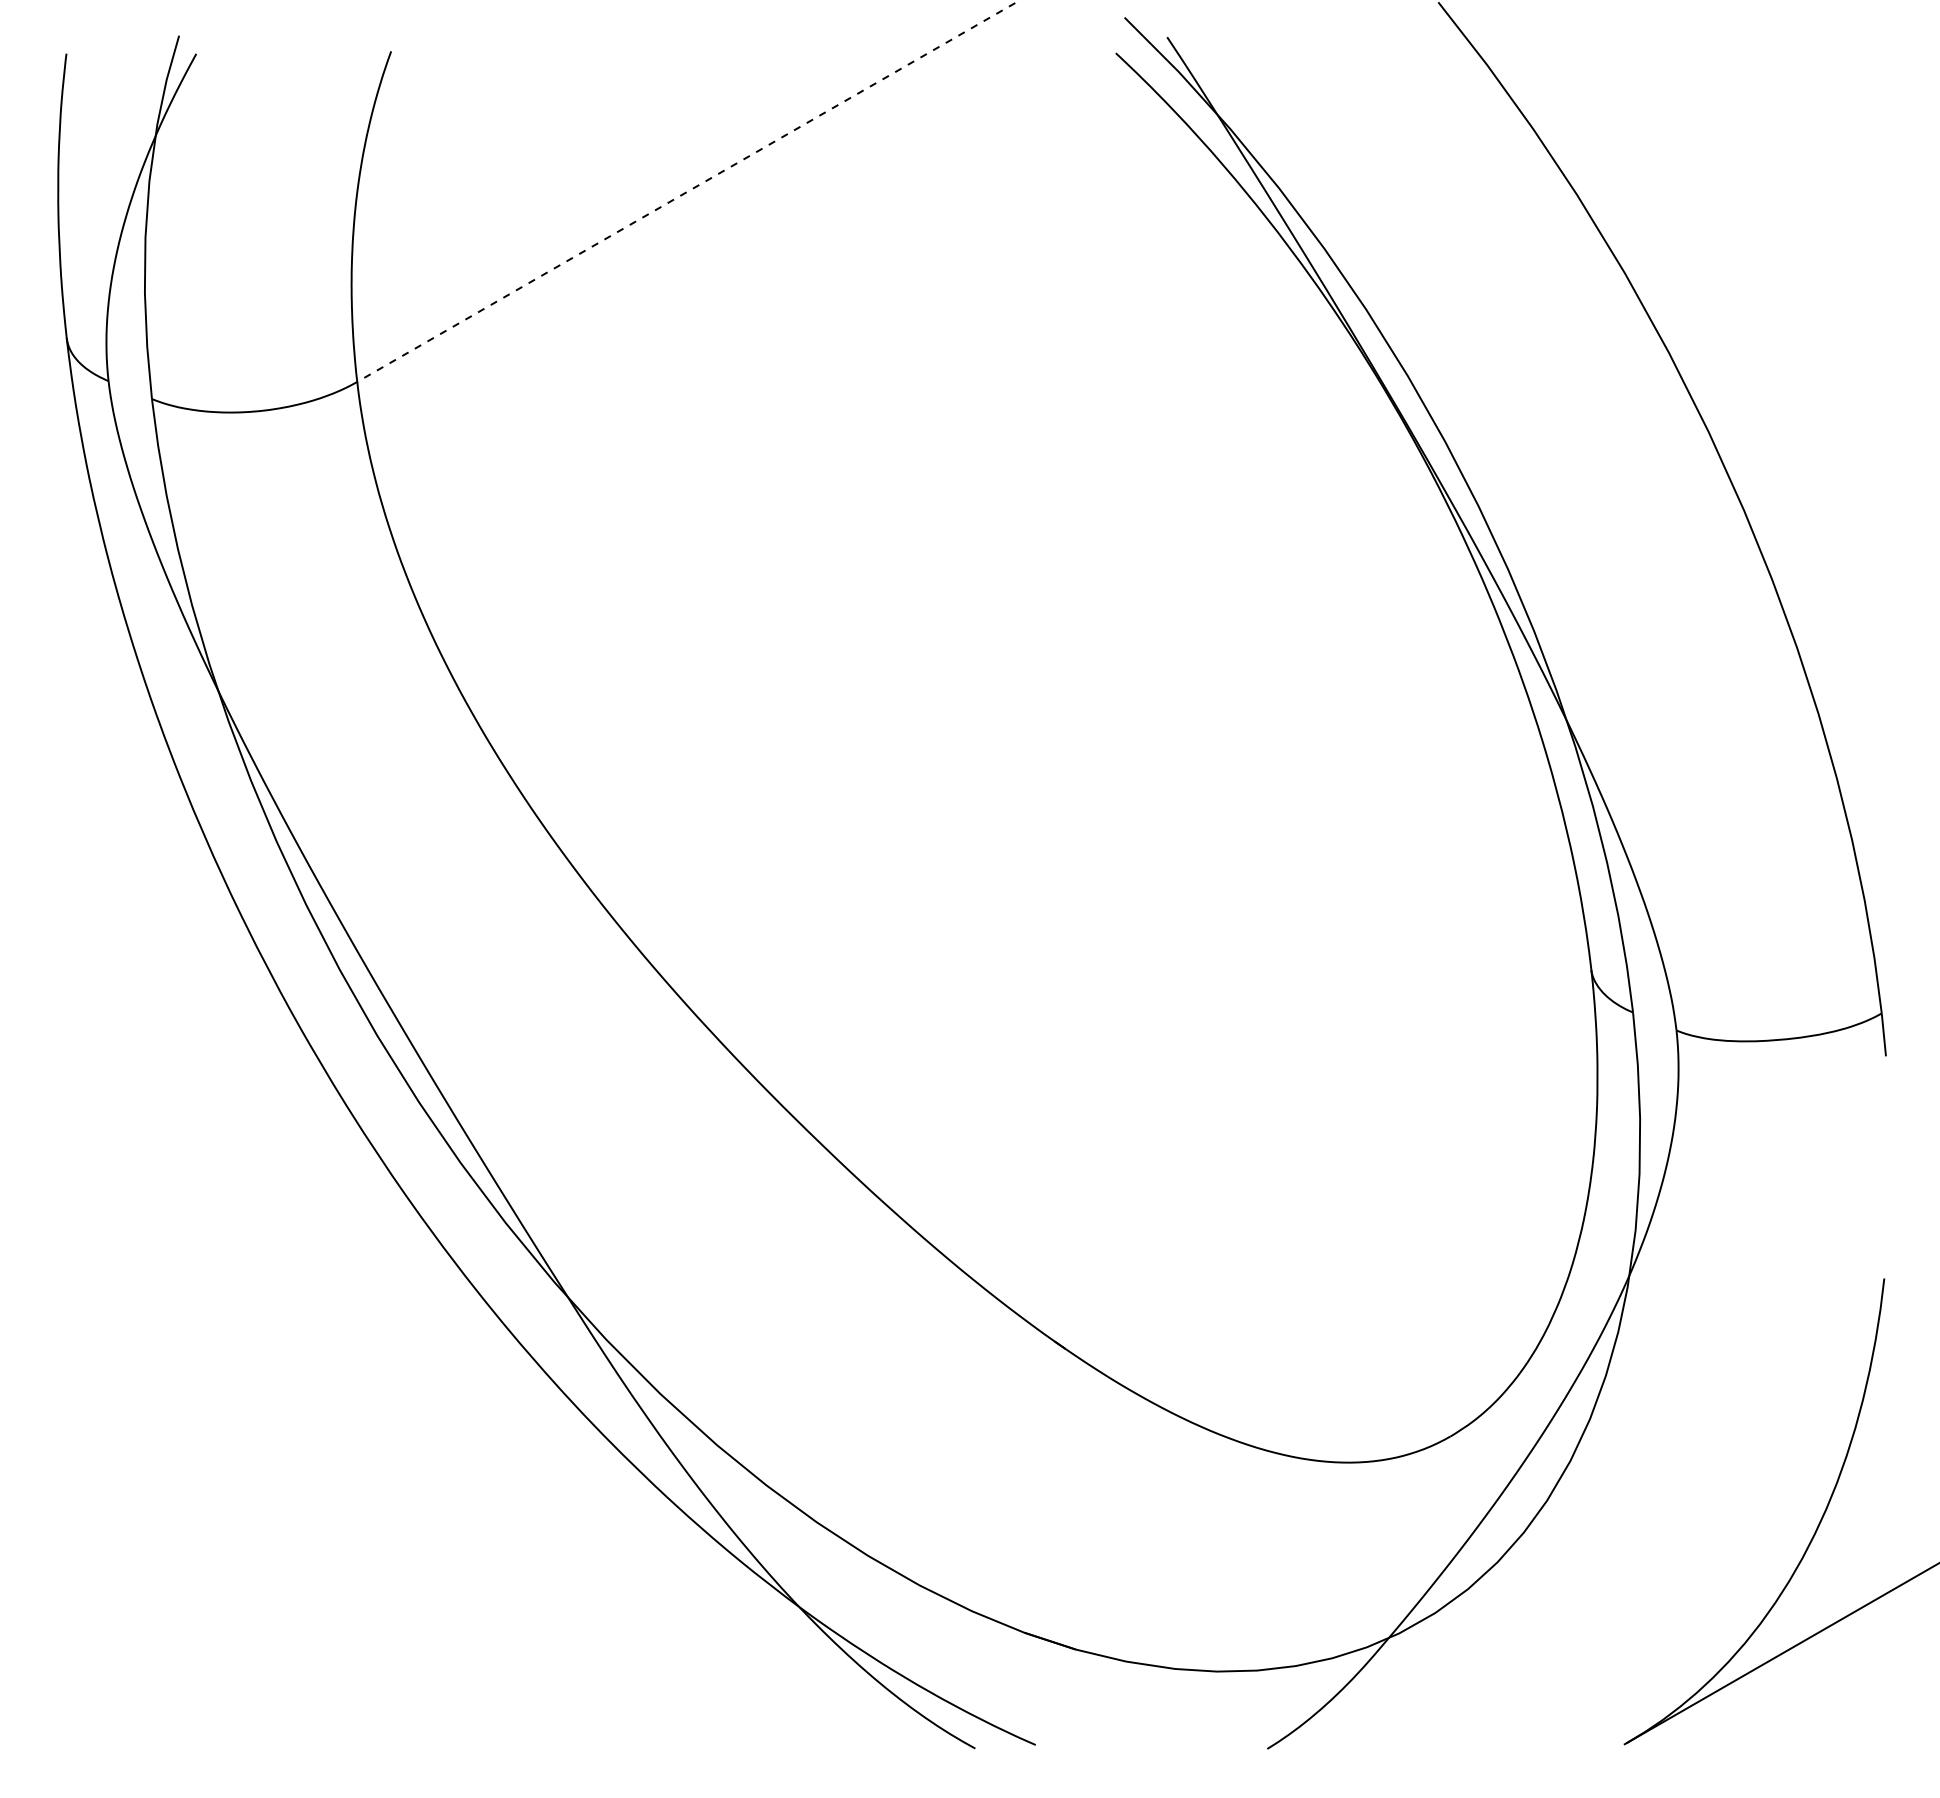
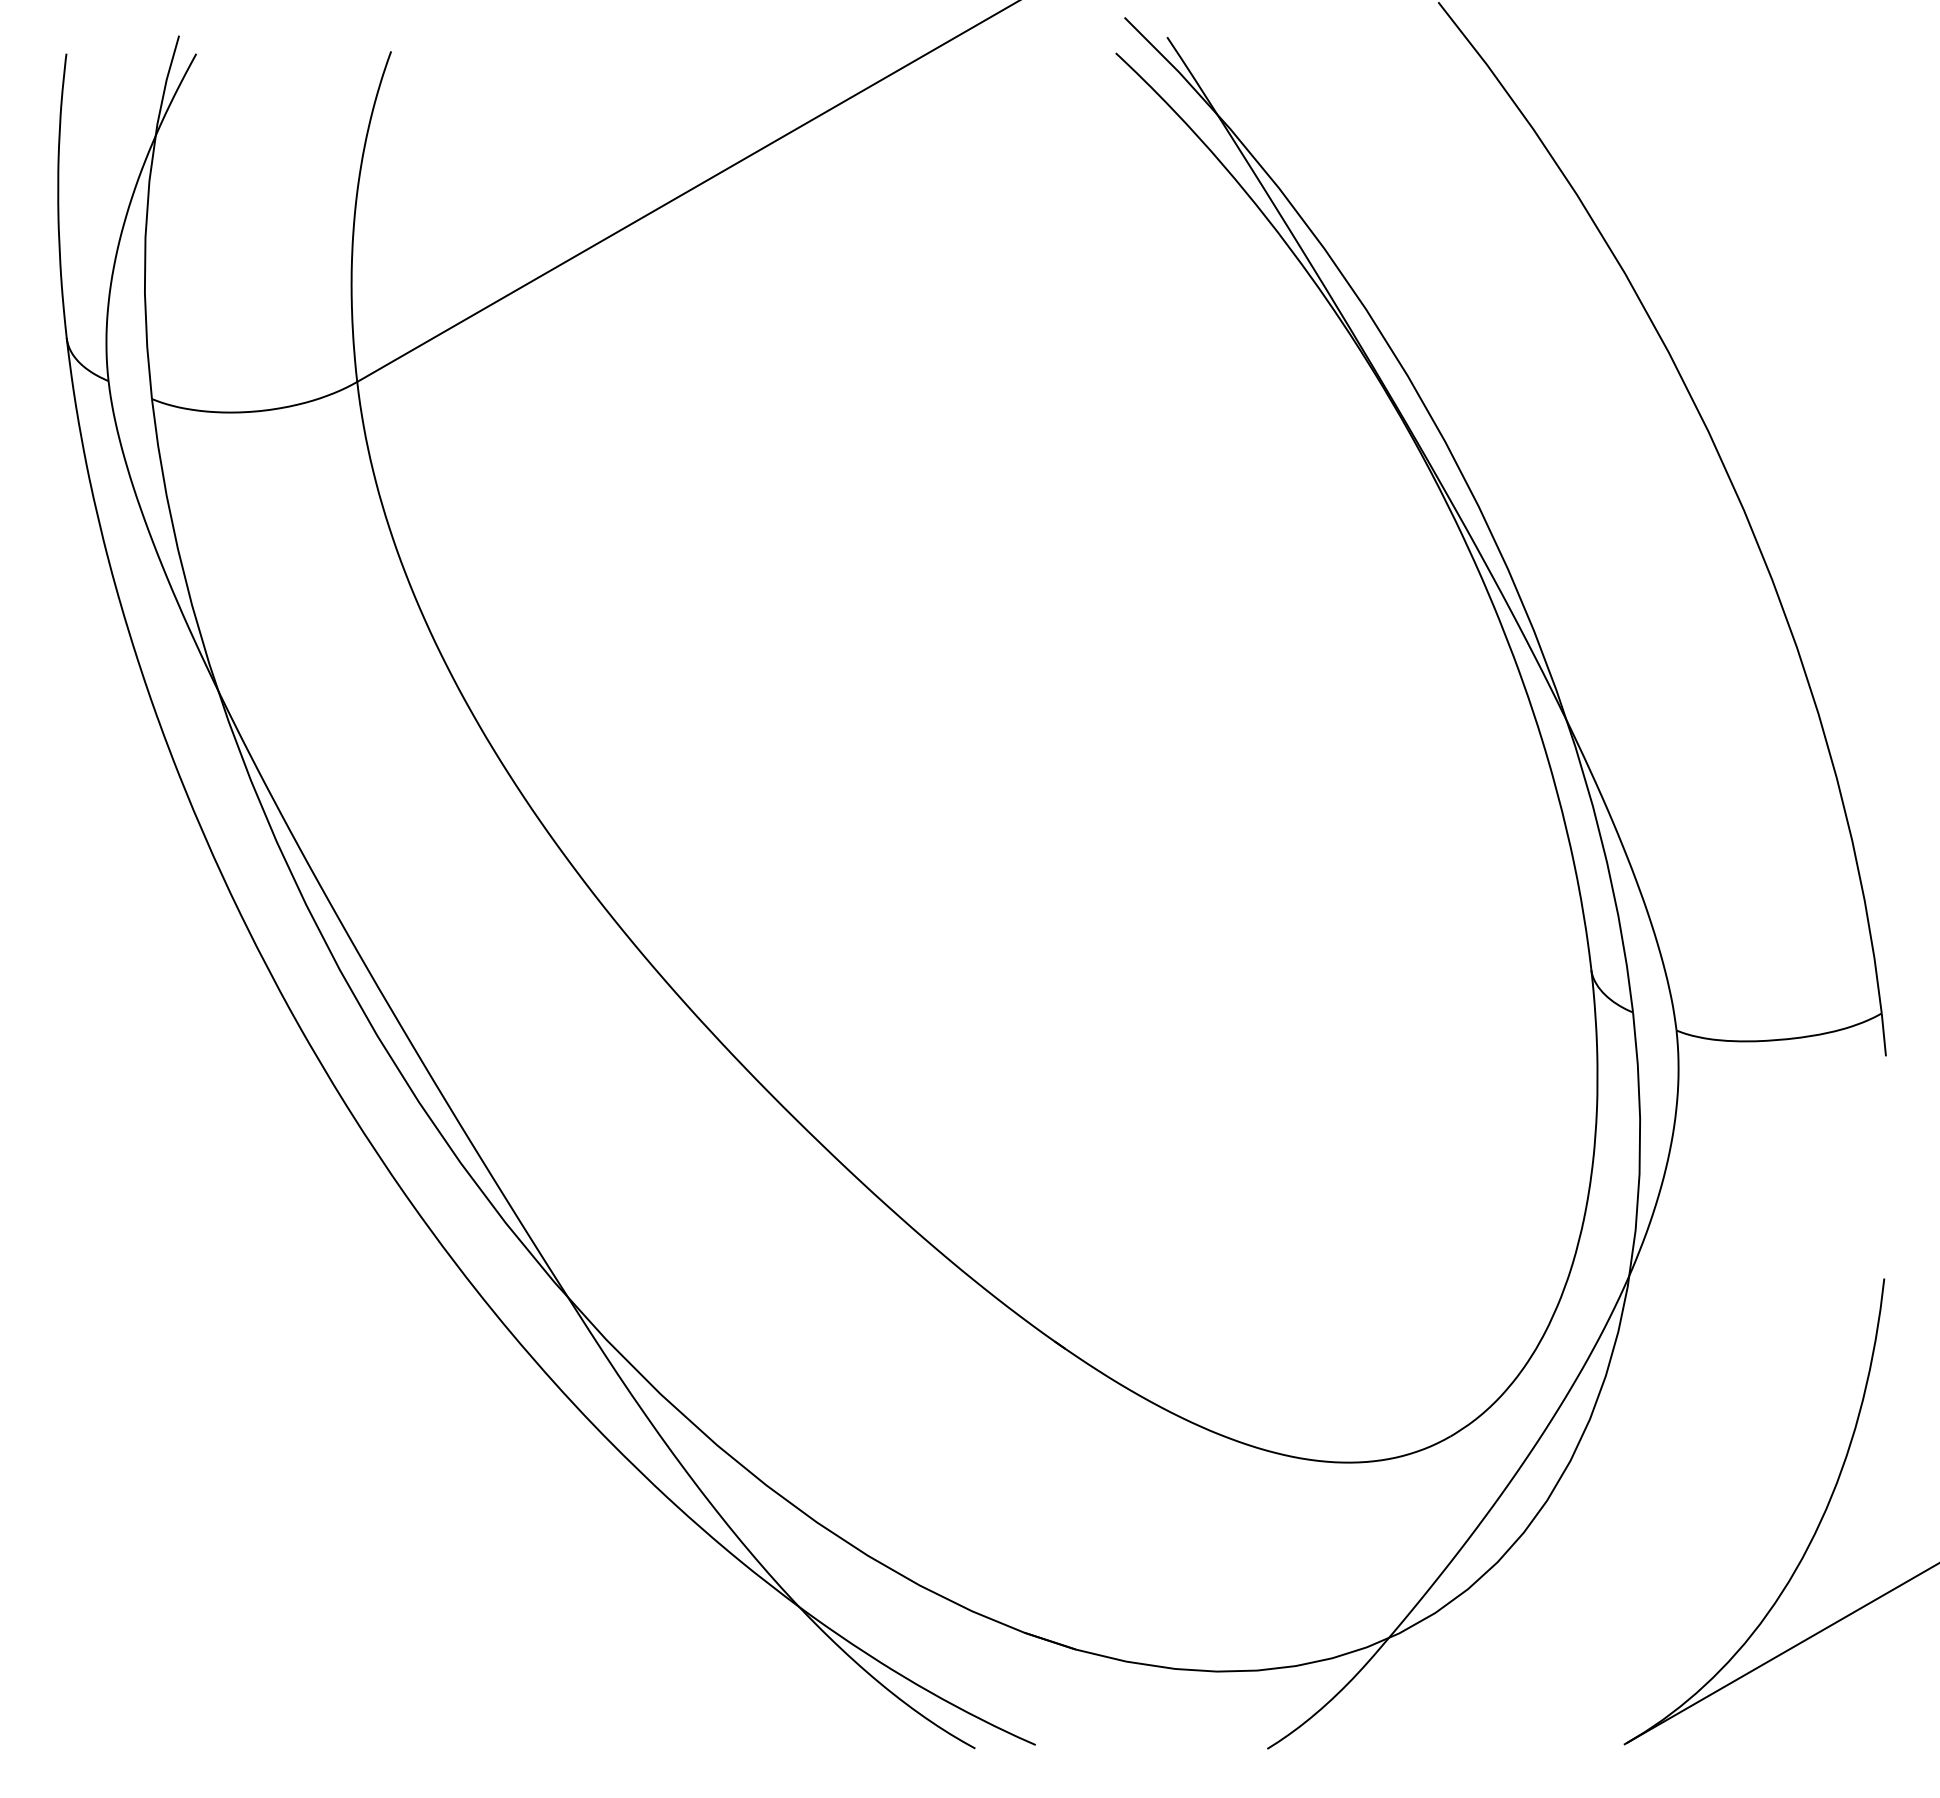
line at (688, 191): dashed -> solid
